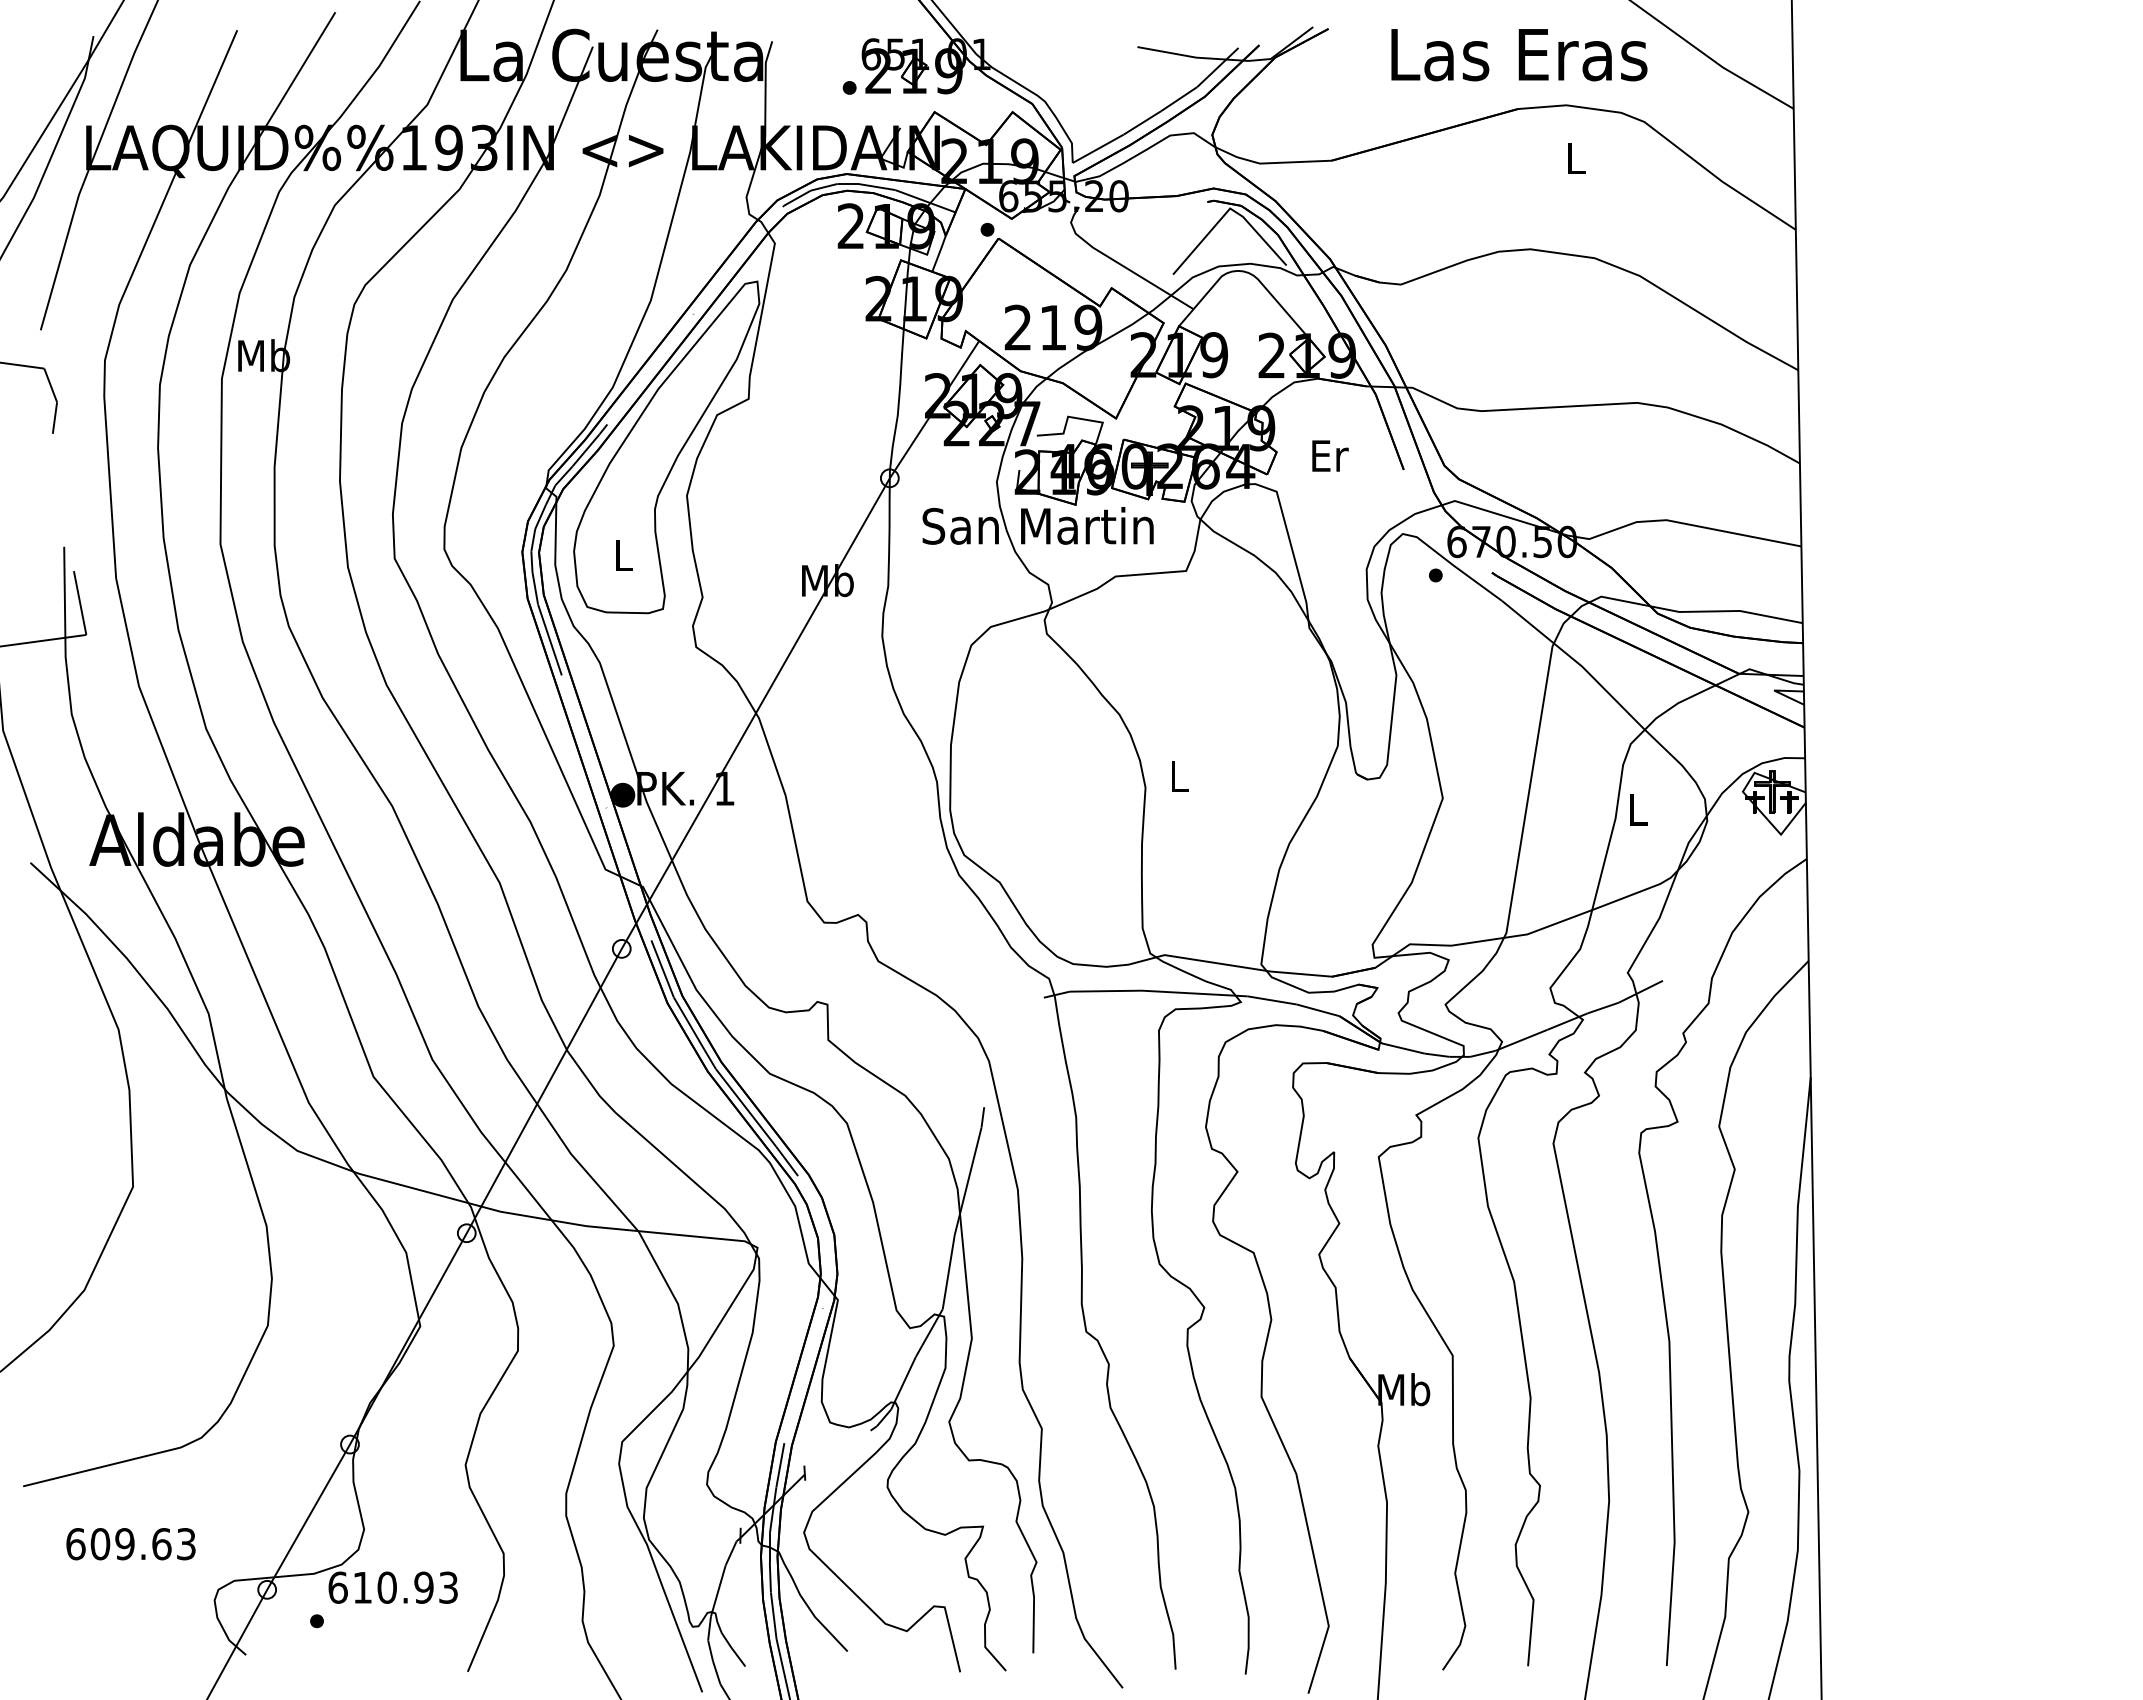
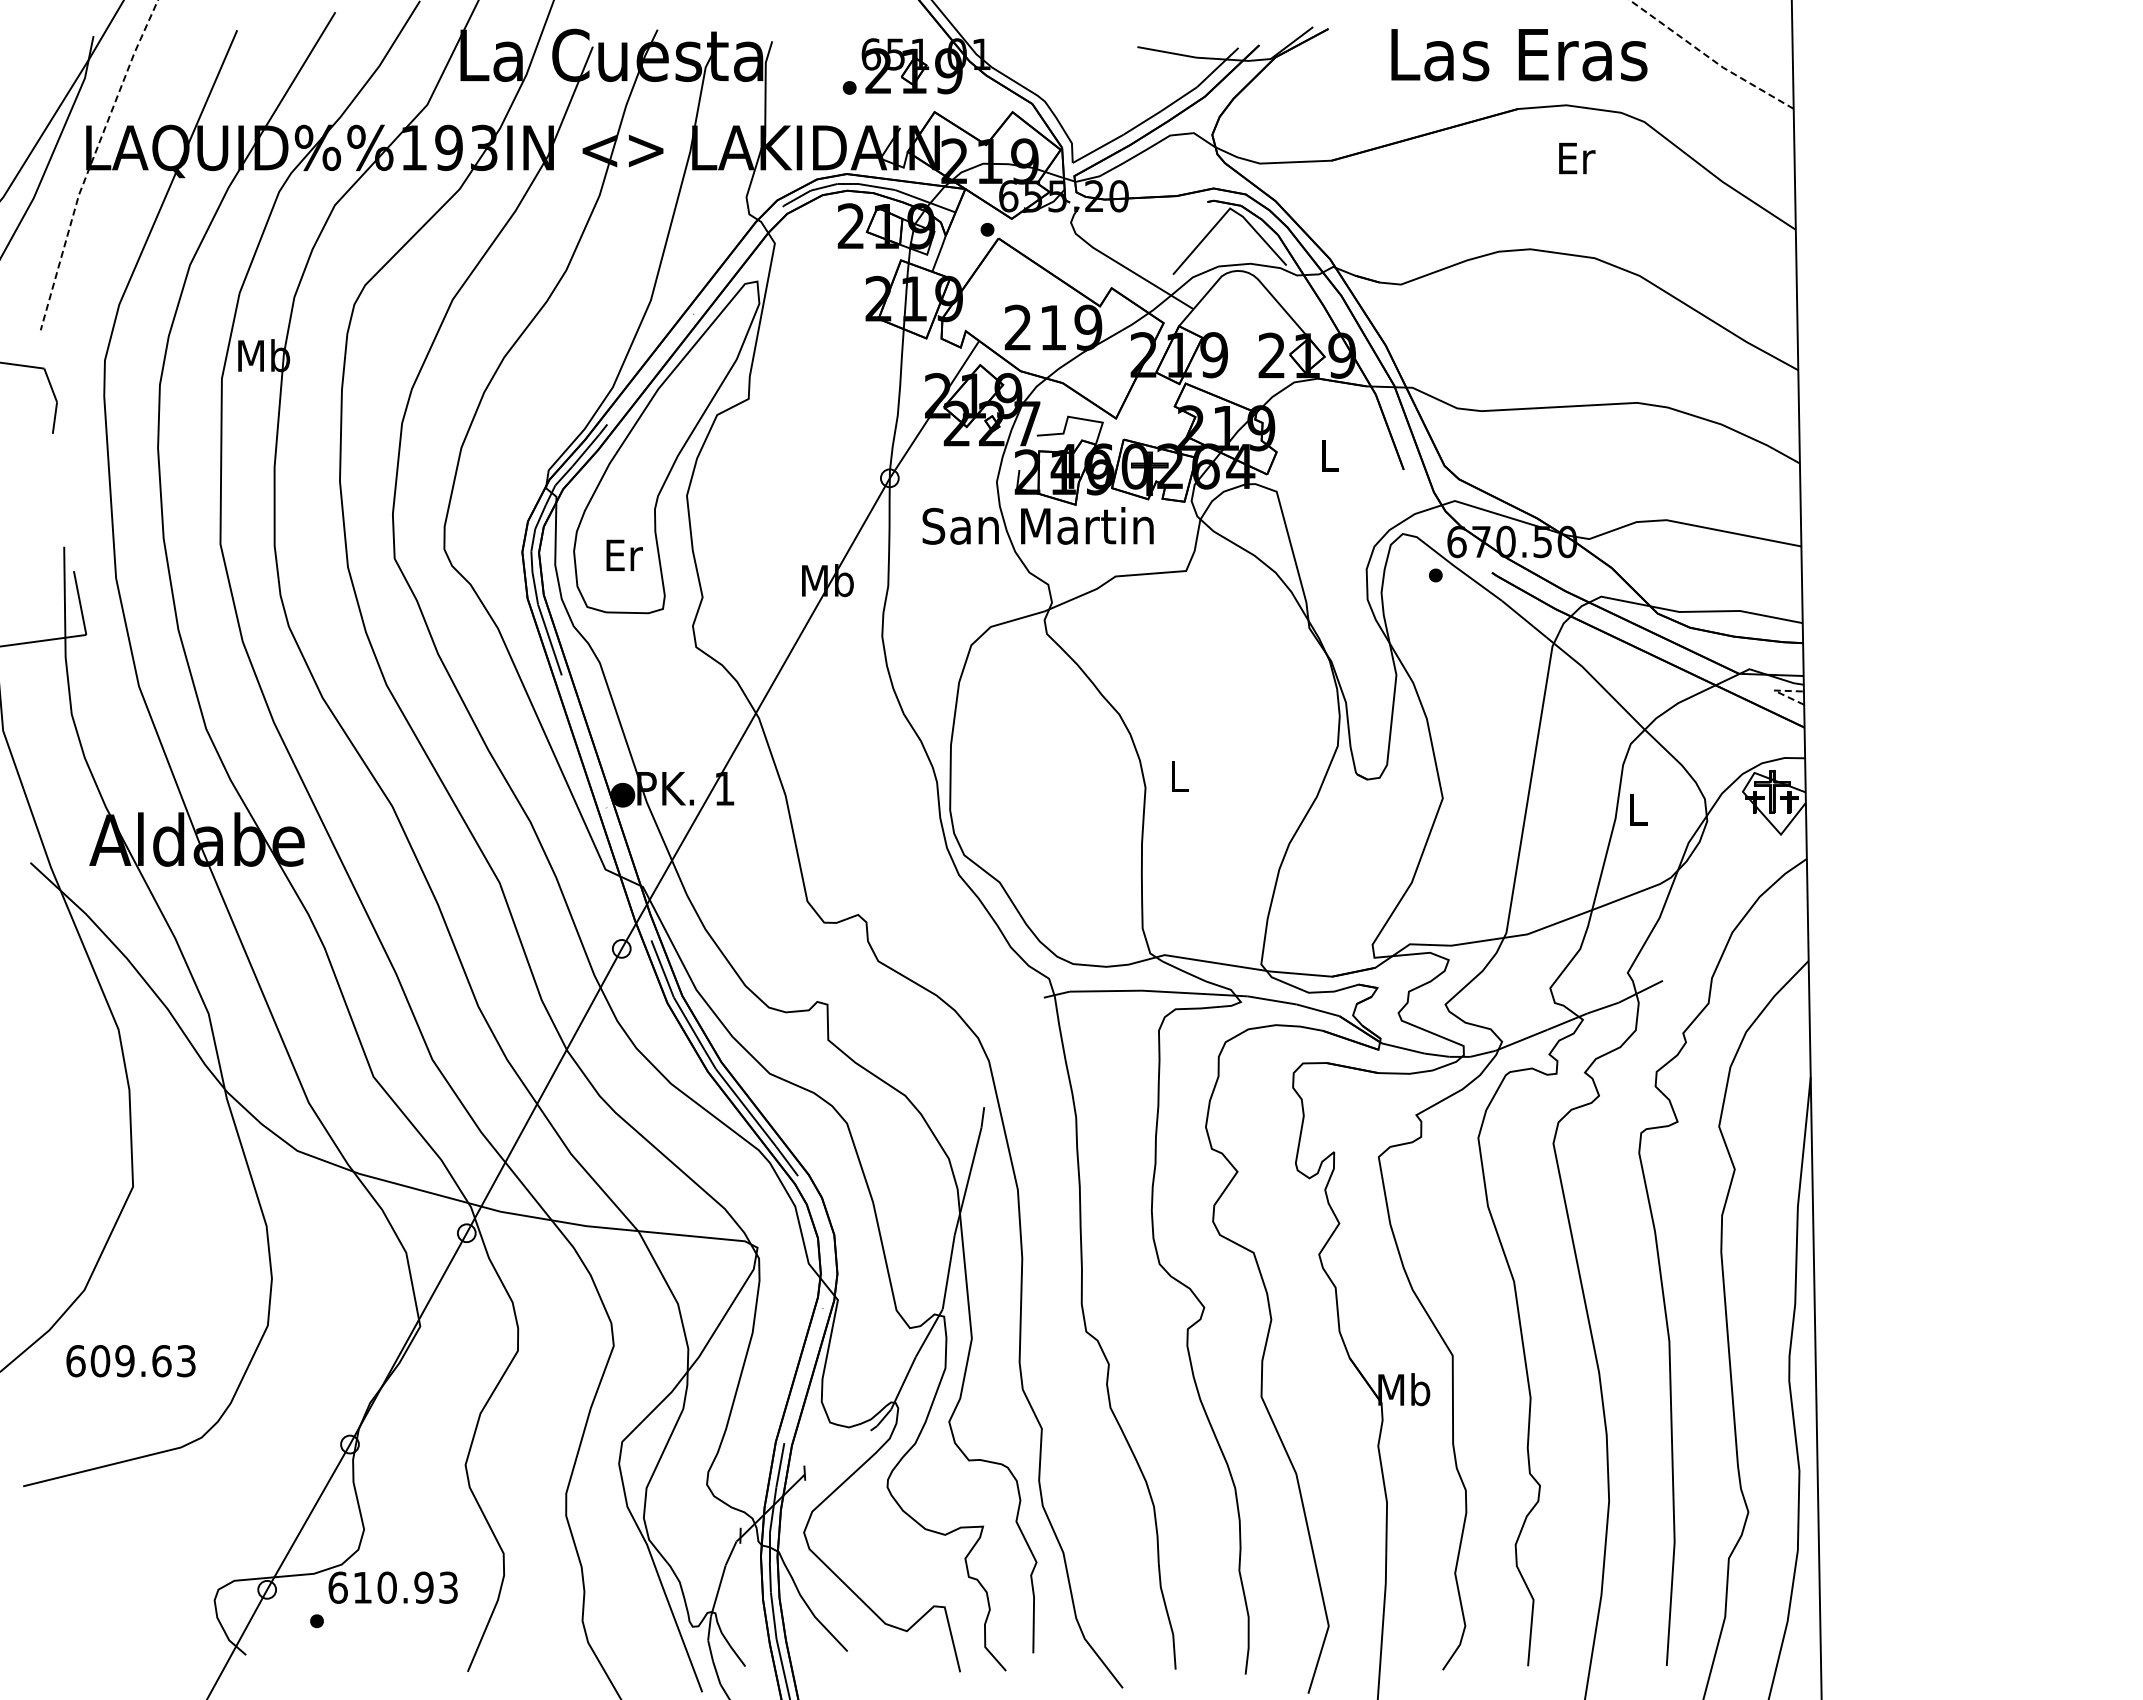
line at (1709, 57): solid -> dashed
text at (1577, 158): L -> Er
line at (91, 163): solid -> dashed
text at (1330, 455): Er -> L
text at (624, 555): L -> Er
line at (1774, 690): solid -> dashed
text at (130, 1544) position: (130, 1544) -> (130, 1361)
